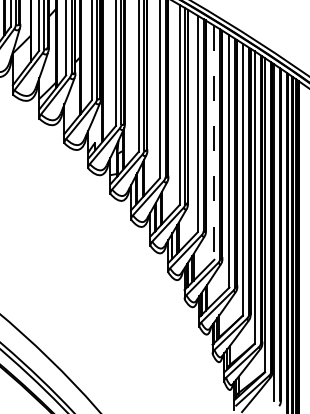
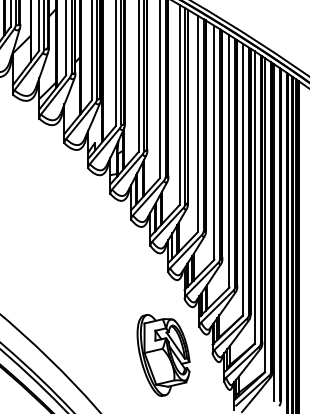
line at (214, 143): dashed -> solid
part at (163, 355): none -> present
